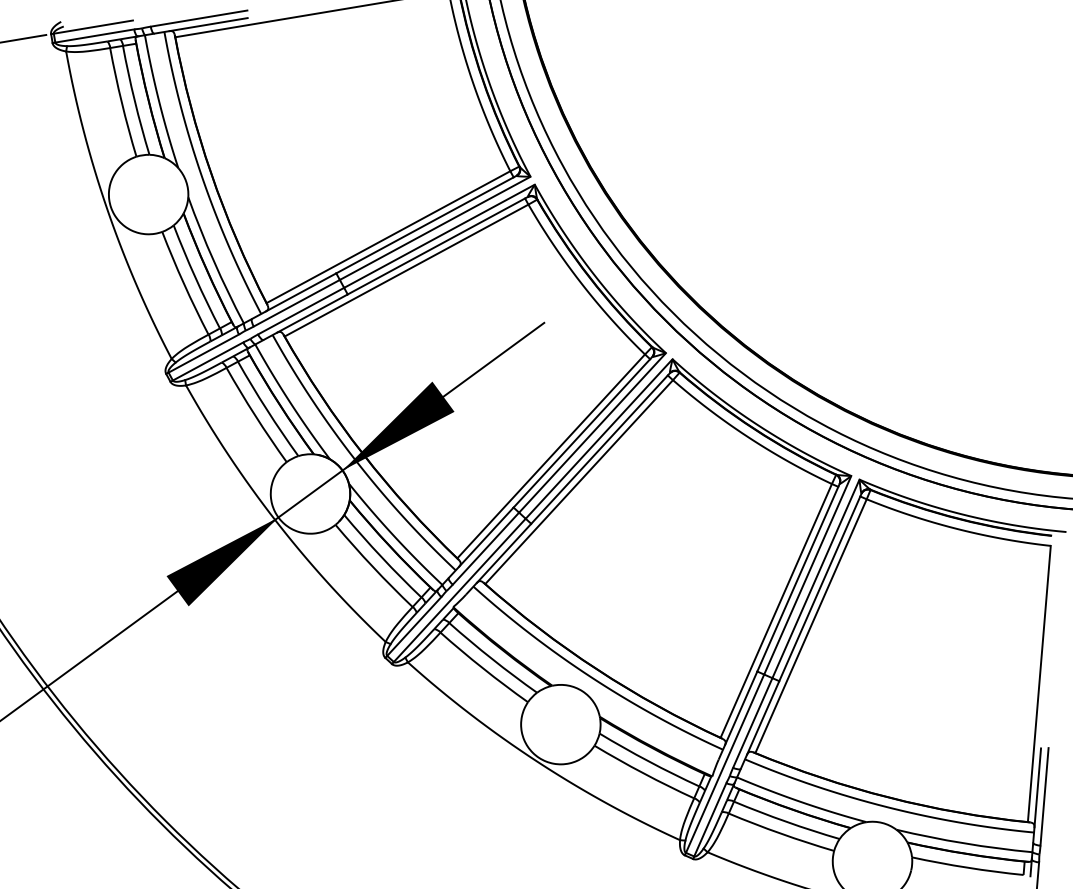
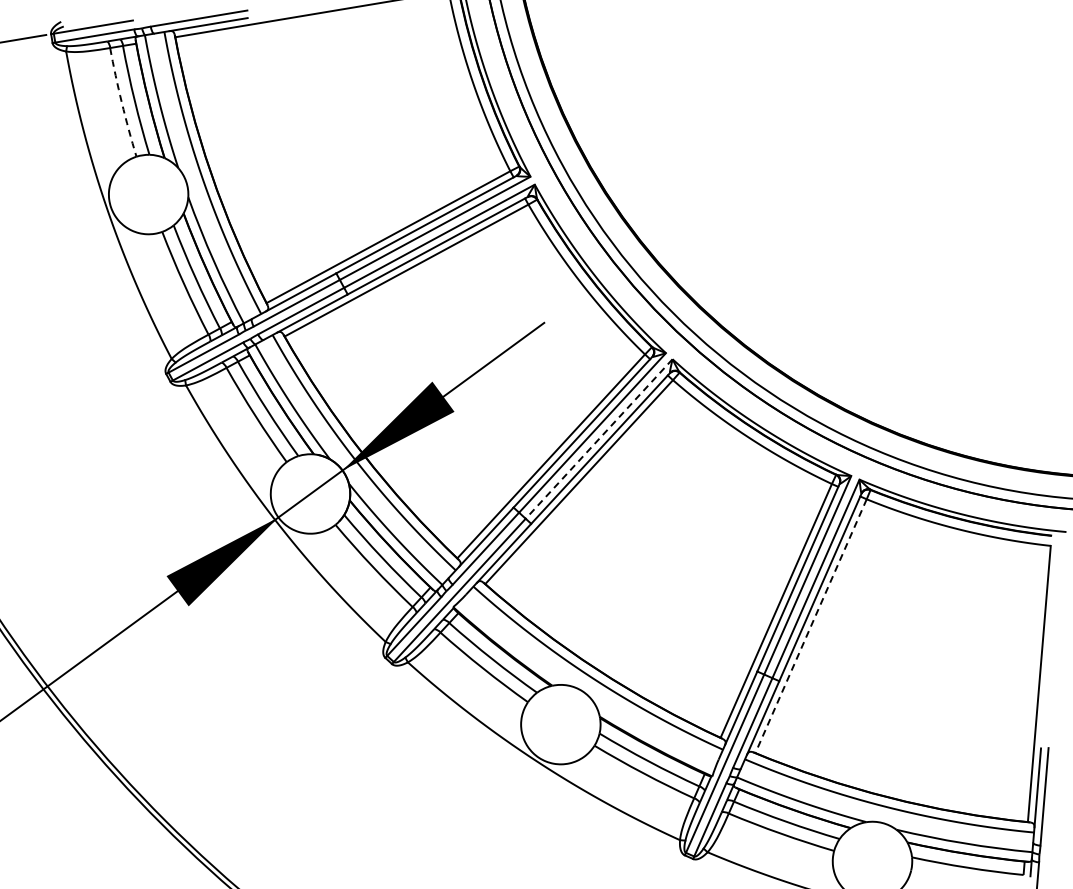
arc at (121, 102): solid -> dashed
line at (598, 439): solid -> dashed
line at (811, 626): solid -> dashed
